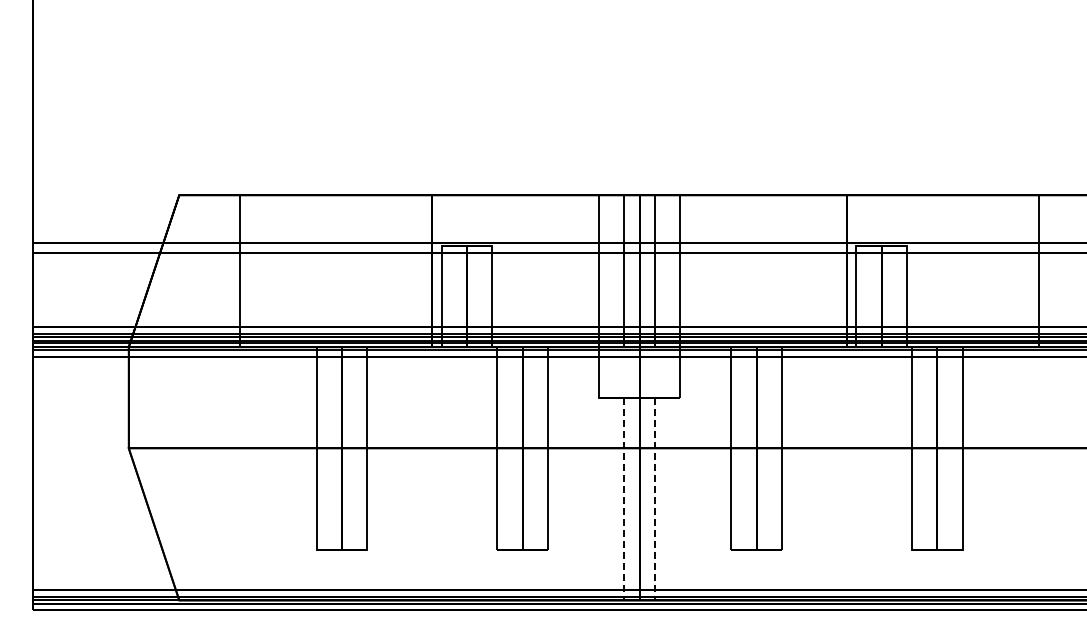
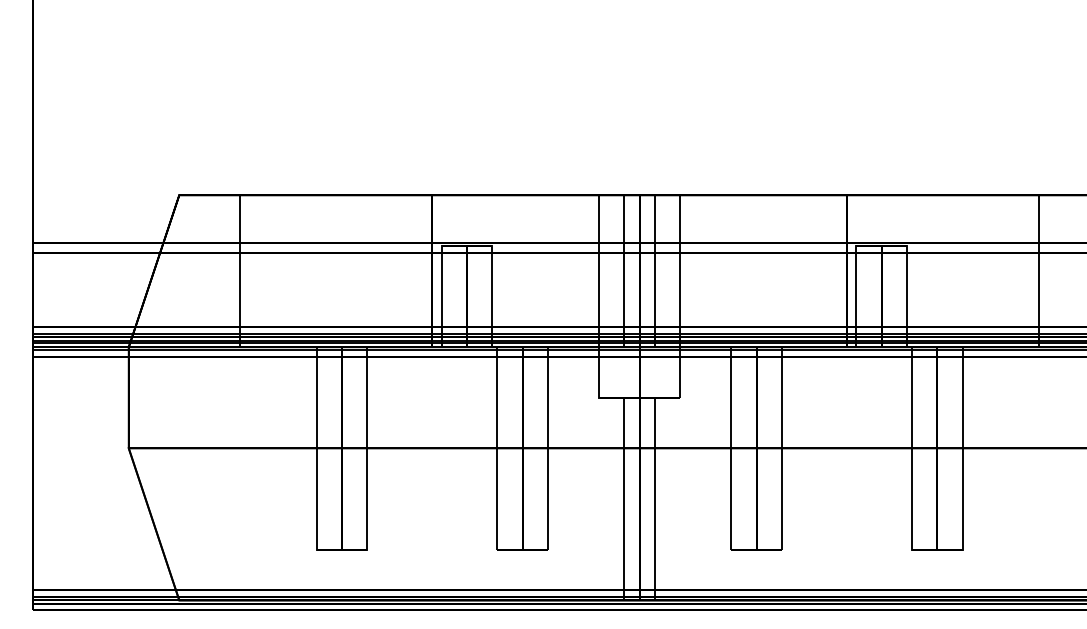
line at (624, 499): dashed -> solid
line at (654, 499): dashed -> solid
